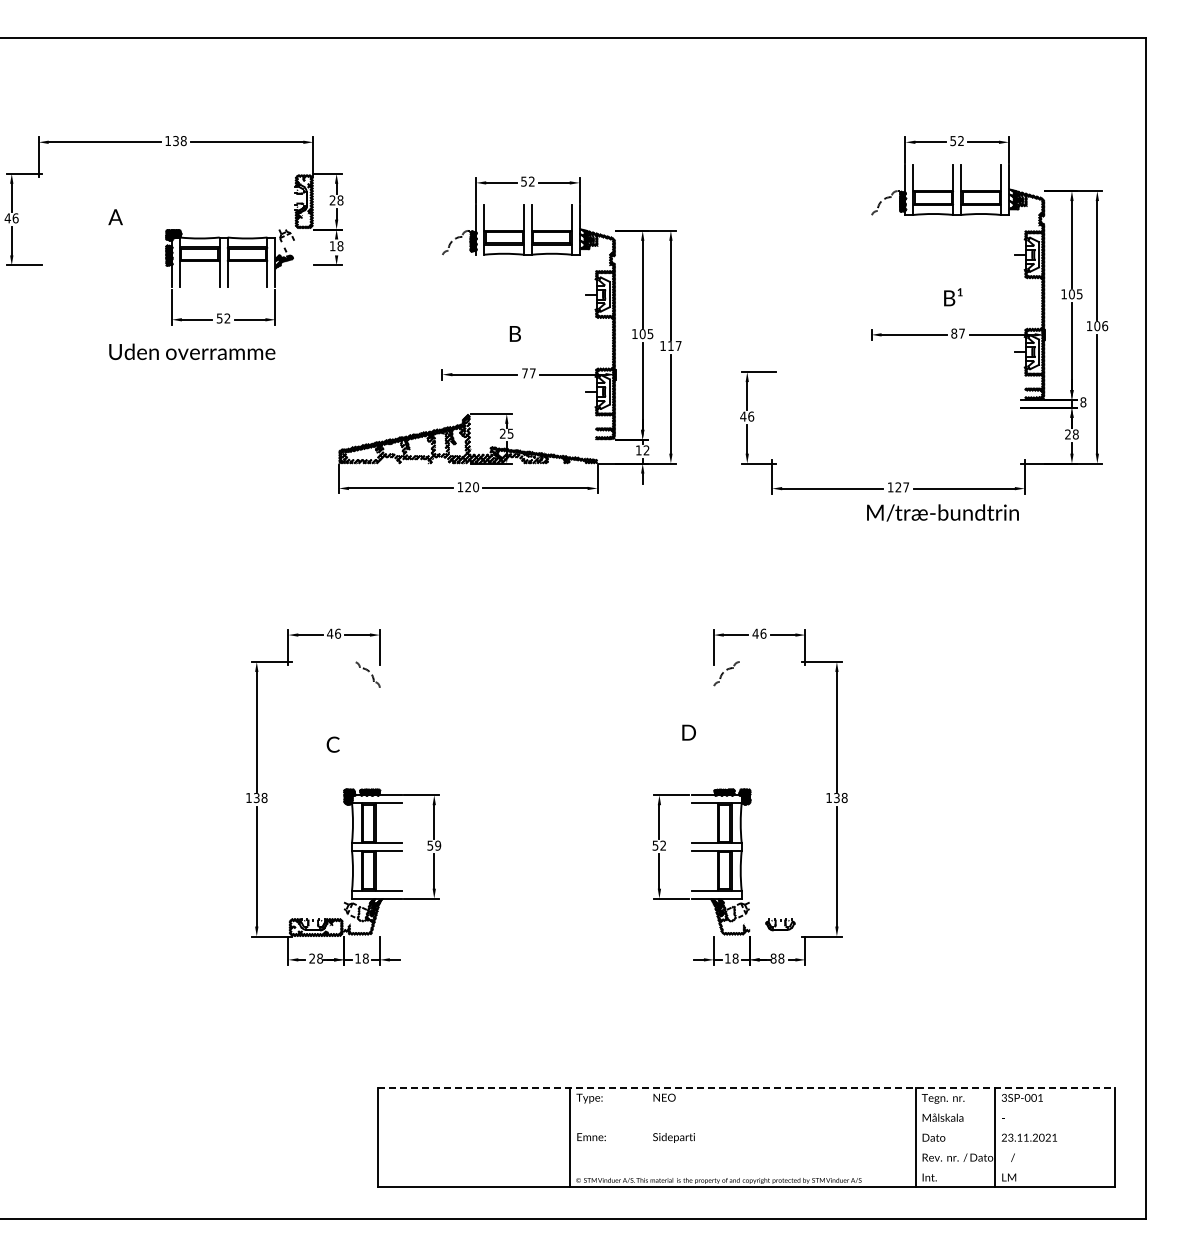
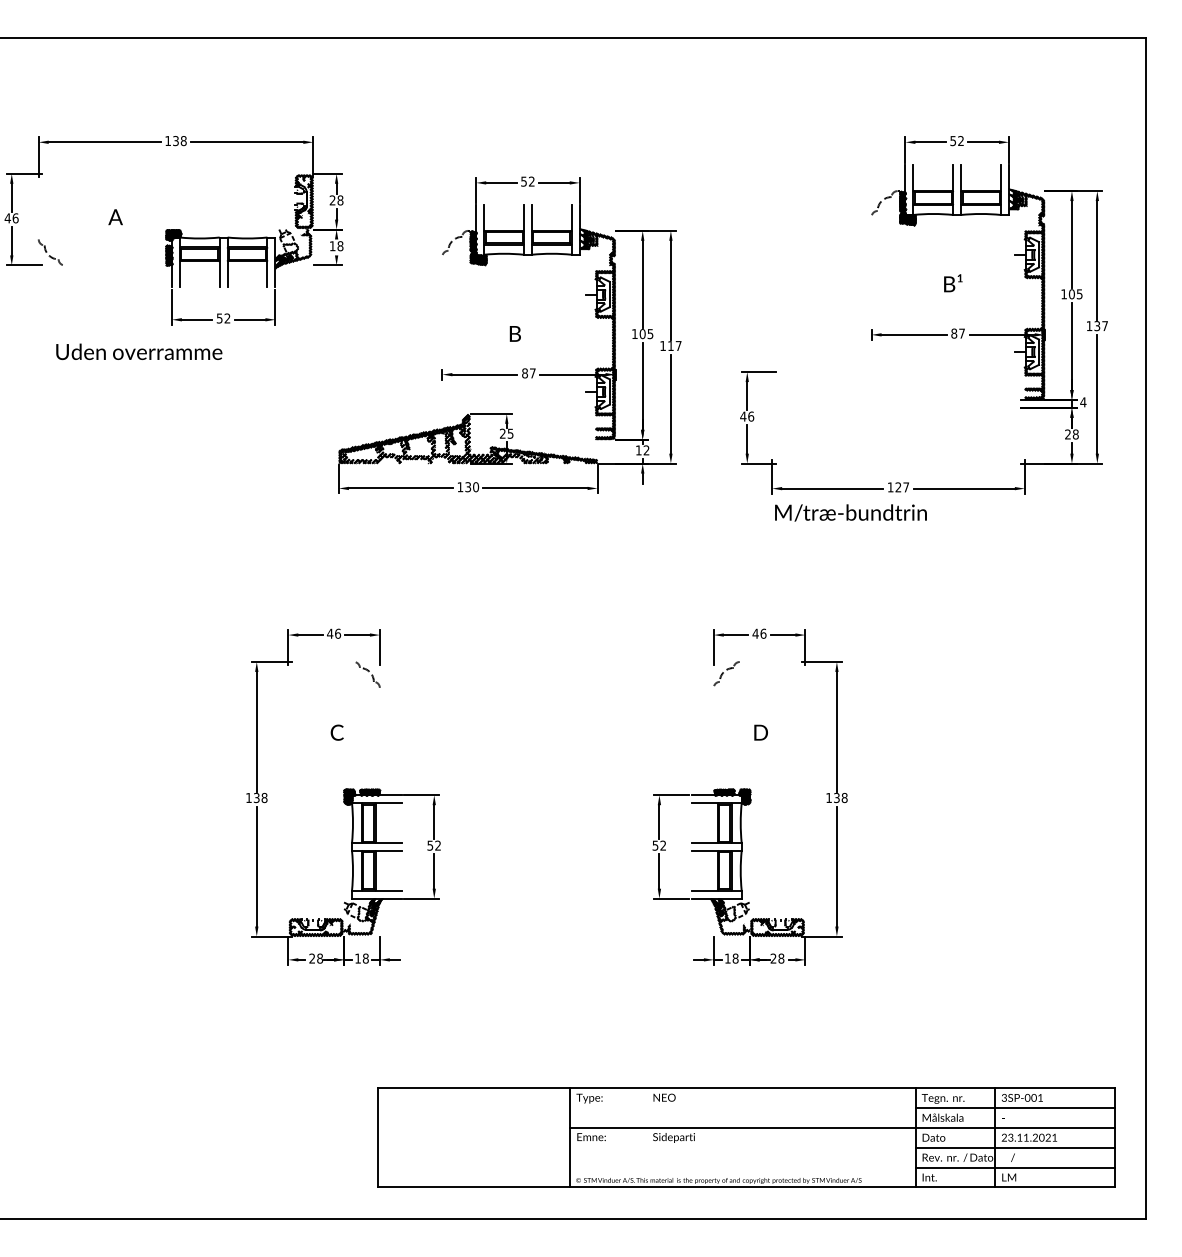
hatch at (907, 218): none -> present
hatch at (295, 247): none -> present
part at (50, 252): none -> present
hatch at (478, 257): none -> present
text at (953, 297) position: (953, 297) -> (953, 283)
text at (1101, 326): 106 -> 137
text at (192, 351) position: (192, 351) -> (139, 351)
text at (525, 373): 77 -> 87
text at (1083, 402): 8 -> 4
text at (468, 487): 120 -> 130
text at (942, 512) position: (942, 512) -> (850, 512)
text at (688, 732) position: (688, 732) -> (760, 732)
text at (332, 744) position: (332, 744) -> (336, 732)
text at (438, 845): 59 -> 52
hatch at (777, 927): none -> present
text at (773, 958): 88 -> 28
line at (746, 1088): dashed -> solid
line at (1014, 1107): none -> present
line at (841, 1127): none -> present
line at (1014, 1147): none -> present
line at (1014, 1167): none -> present
